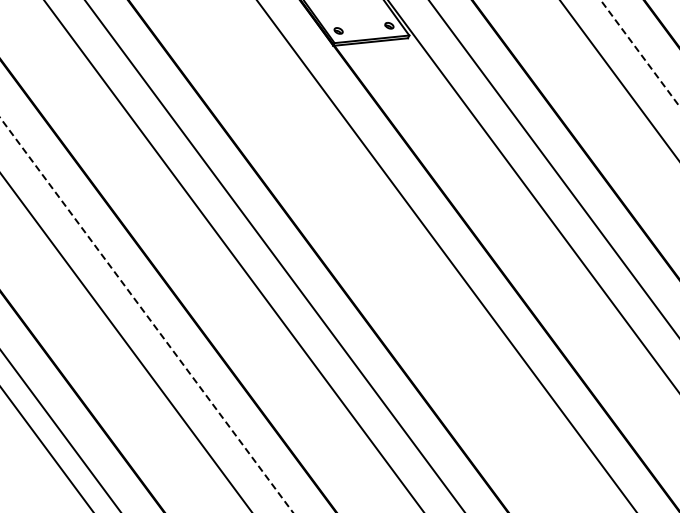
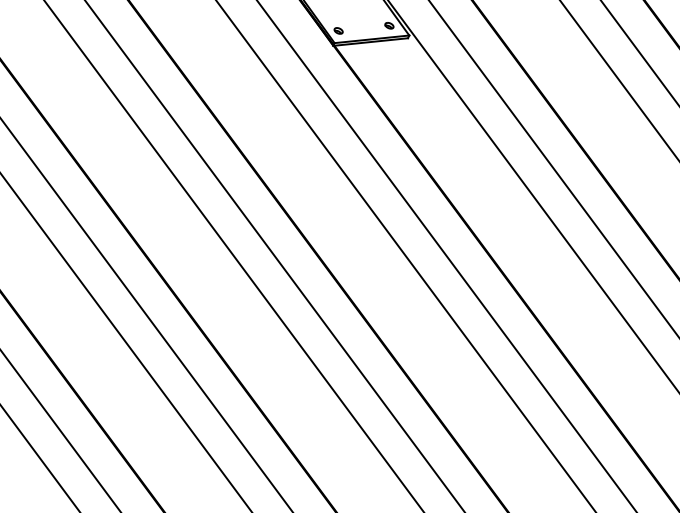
line at (640, 53): dashed -> solid
line at (405, 255): none -> present
line at (147, 315): dashed -> solid
line at (46, 449) position: (46, 449) -> (40, 458)
